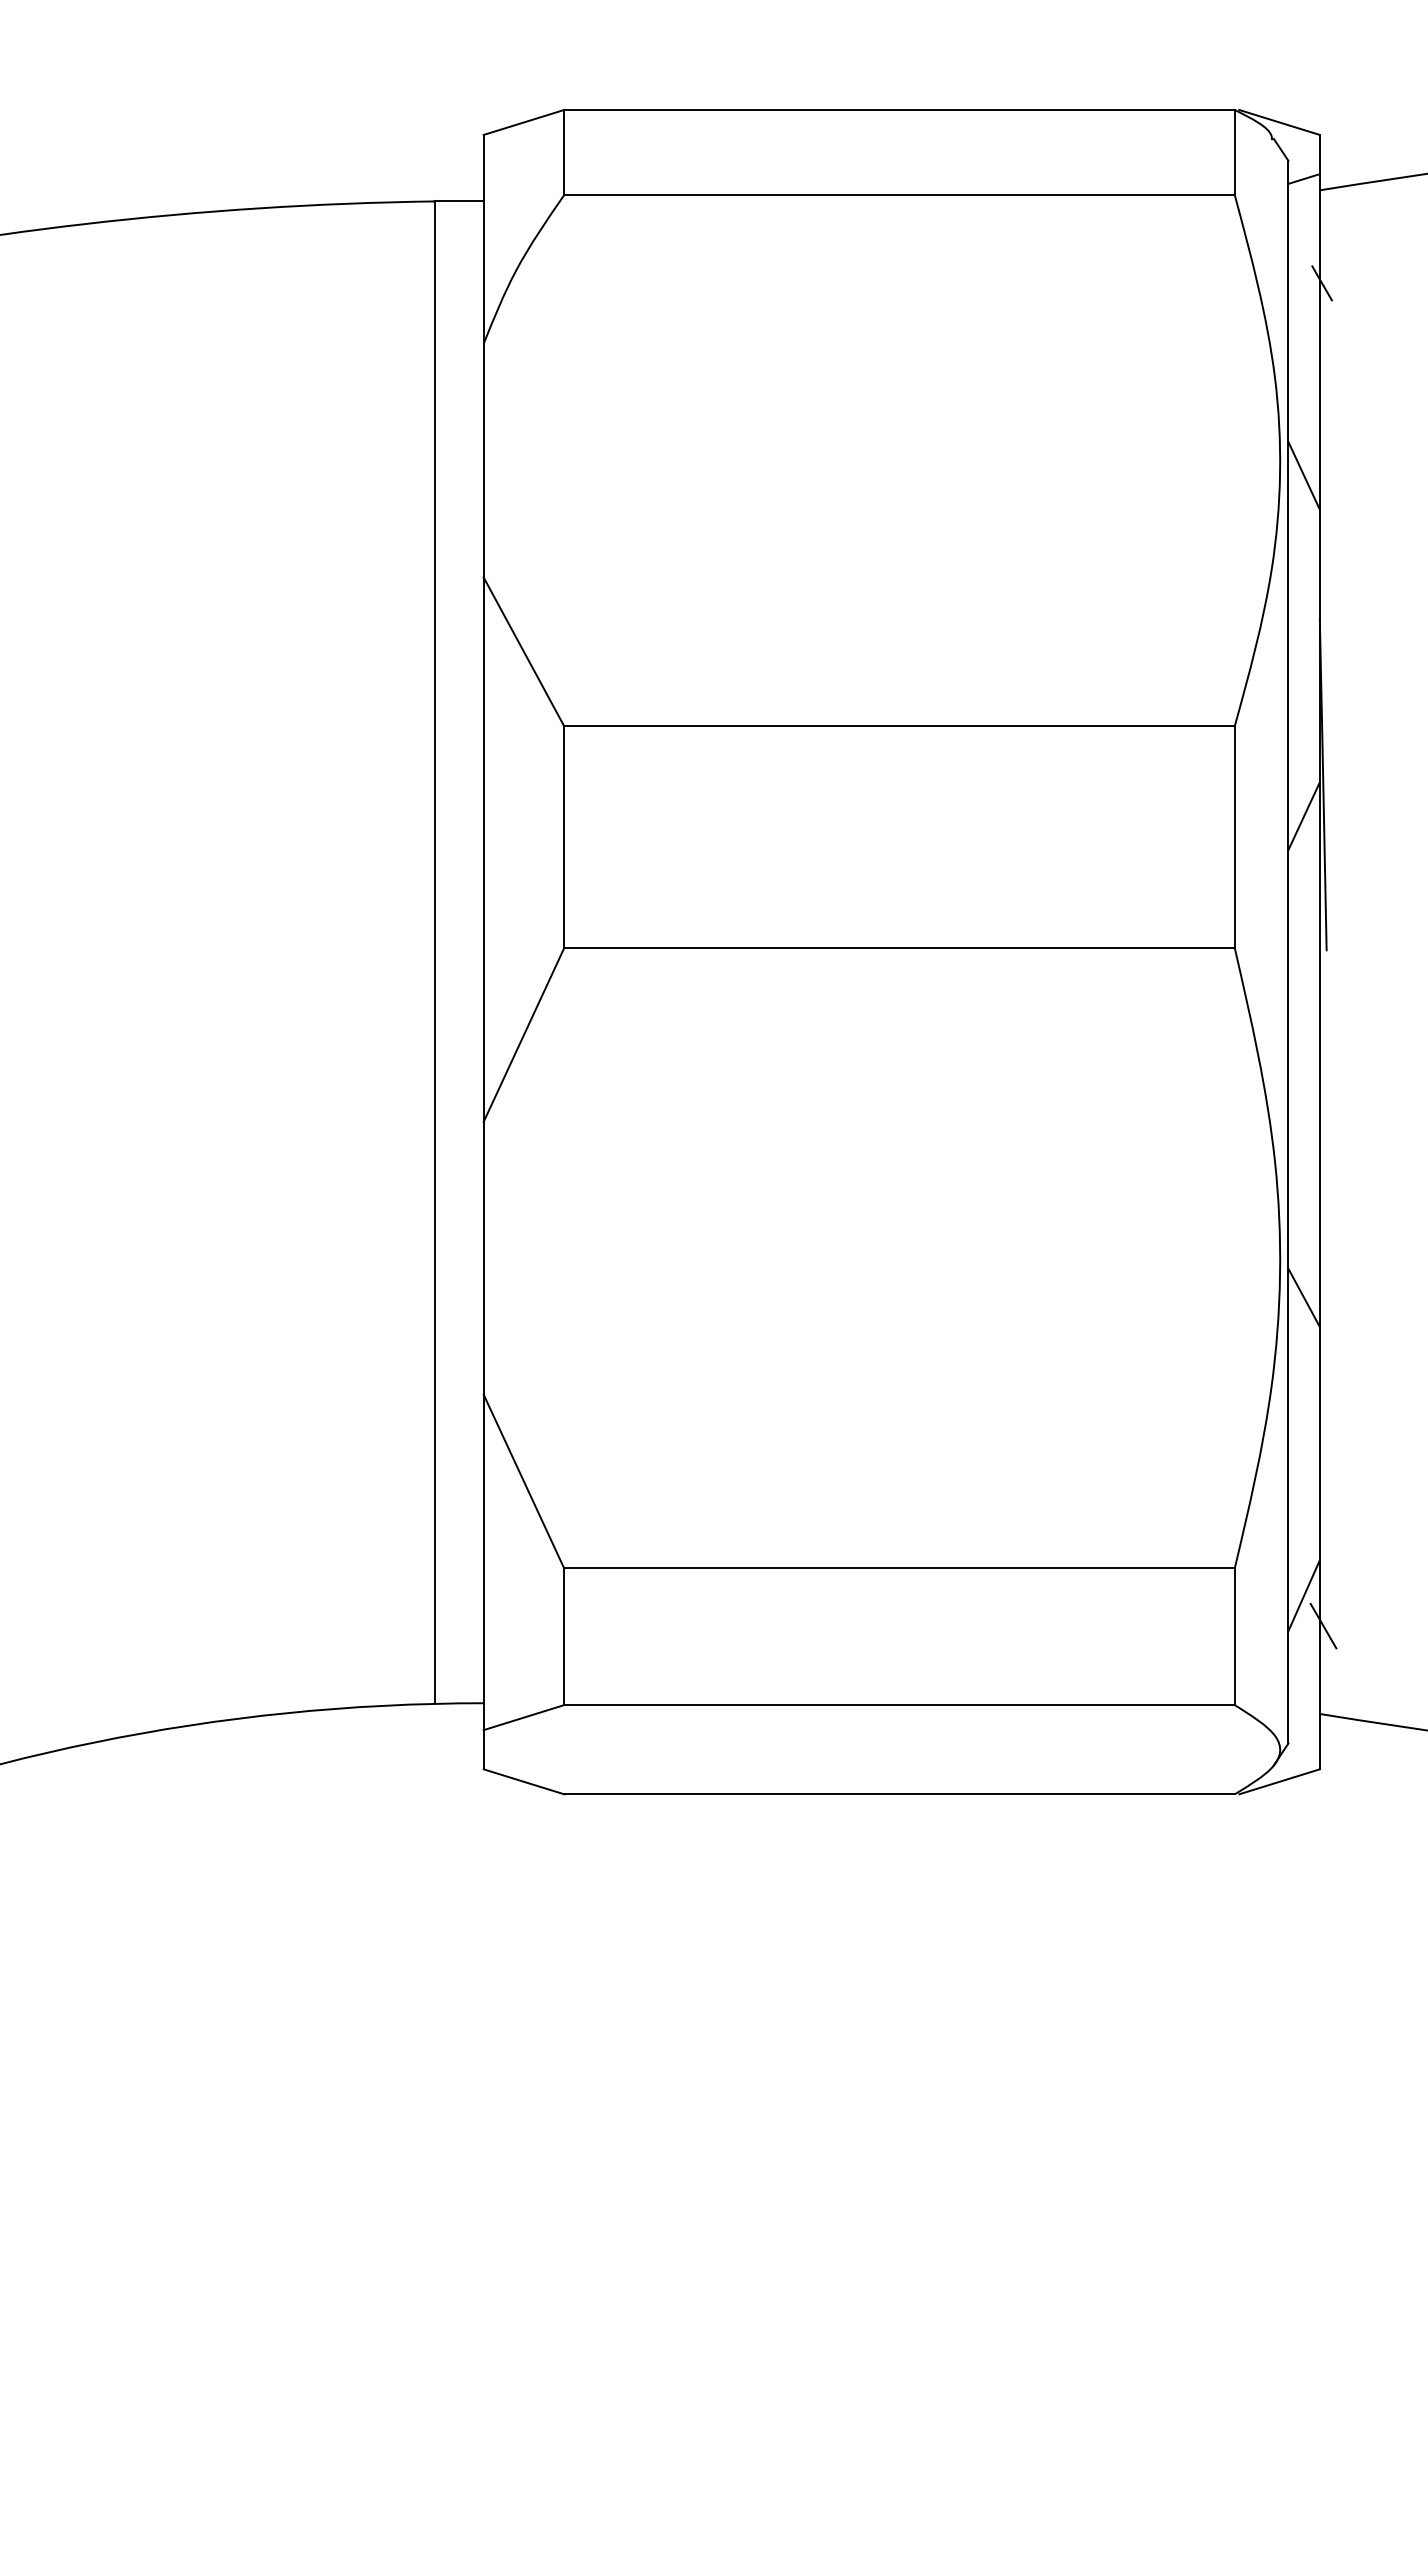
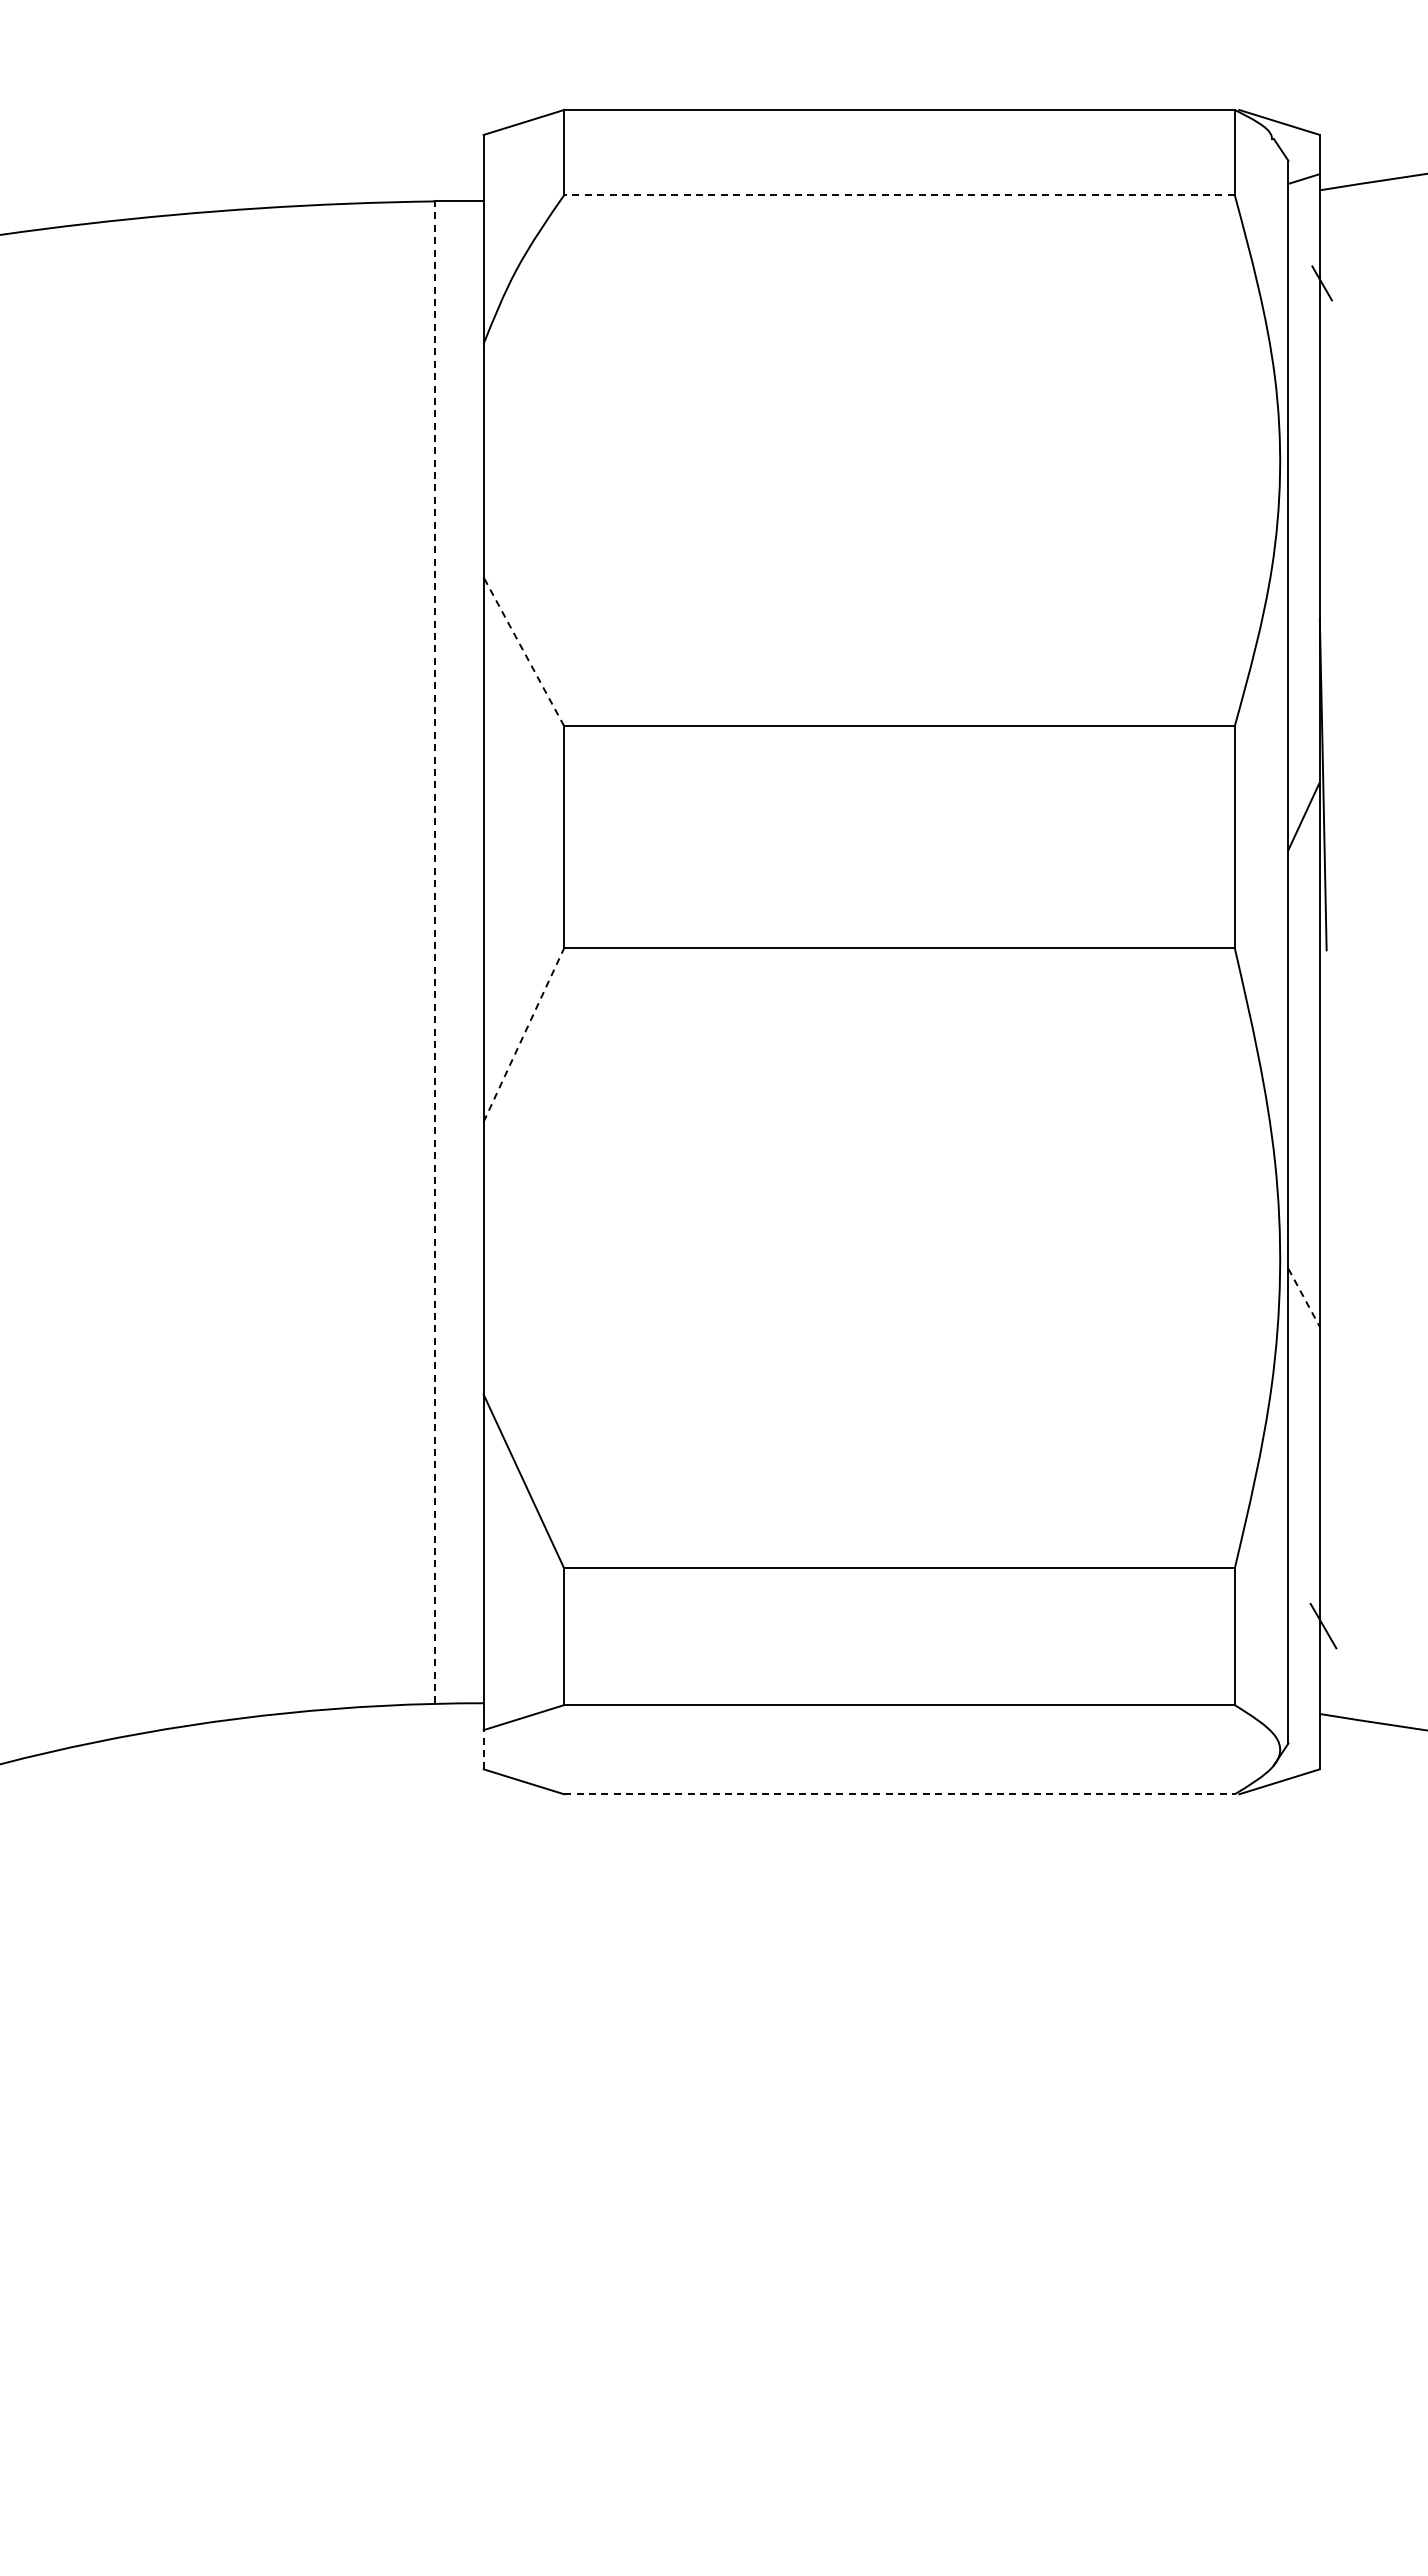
line at (899, 195): solid -> dashed
line at (1303, 475): present -> none
line at (523, 651): solid -> dashed
line at (434, 951): solid -> dashed
line at (523, 1035): solid -> dashed
line at (1304, 1297): solid -> dashed
line at (1303, 1595): present -> none
line at (483, 1749): solid -> dashed
line at (900, 1794): solid -> dashed
